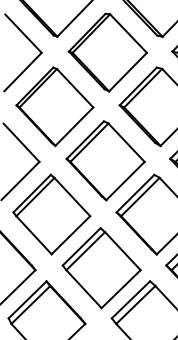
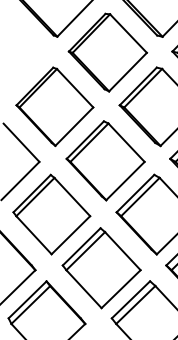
part at (31, 43): present -> none
